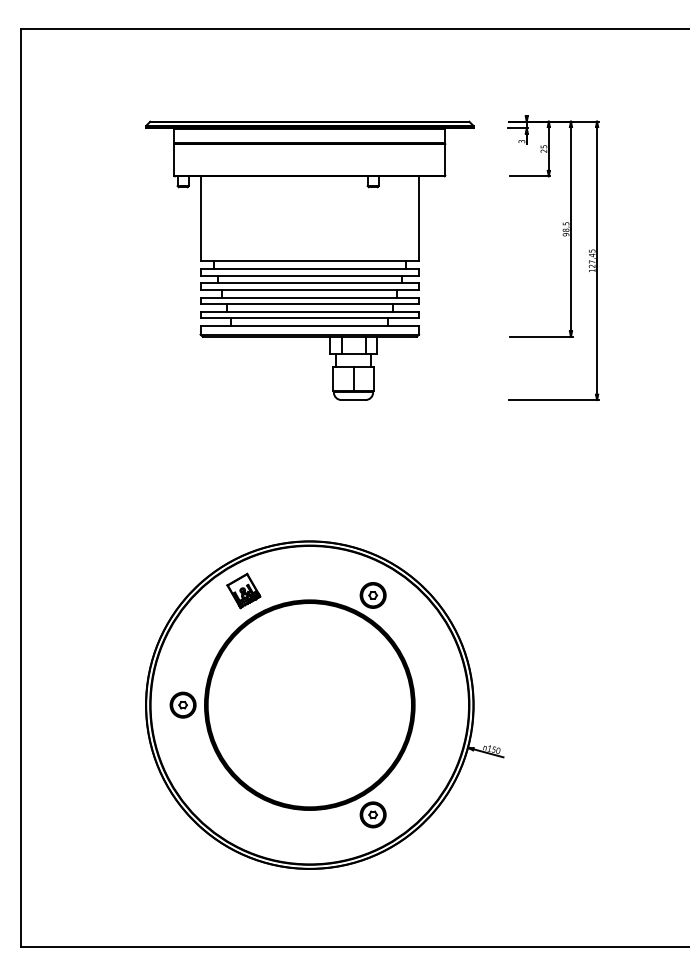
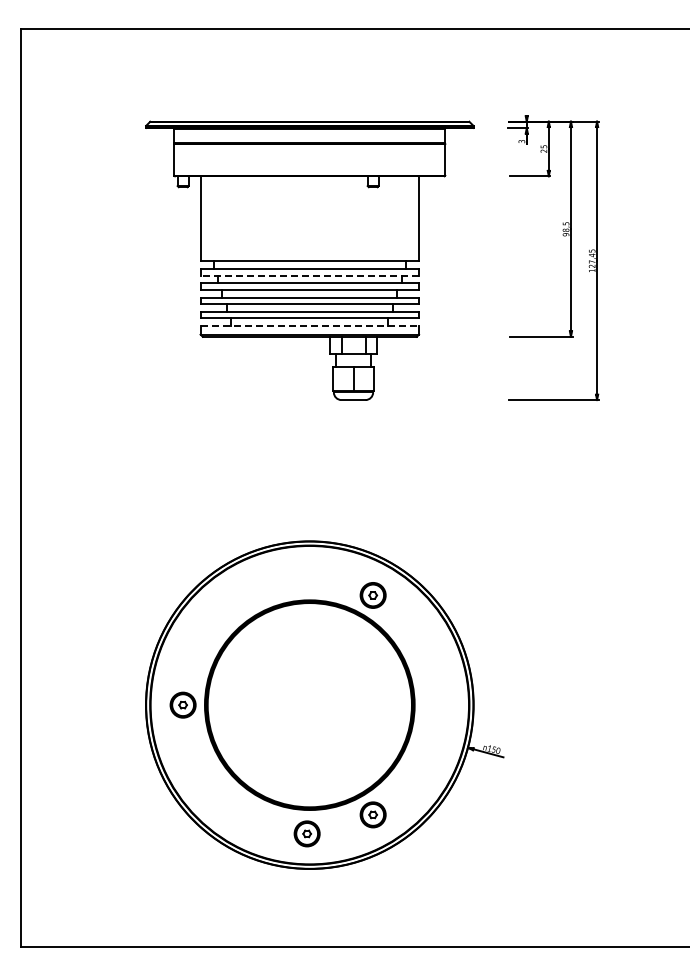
line at (309, 275): solid -> dashed
line at (310, 325): solid -> dashed
part at (243, 590): present -> none
part at (306, 833): none -> present
